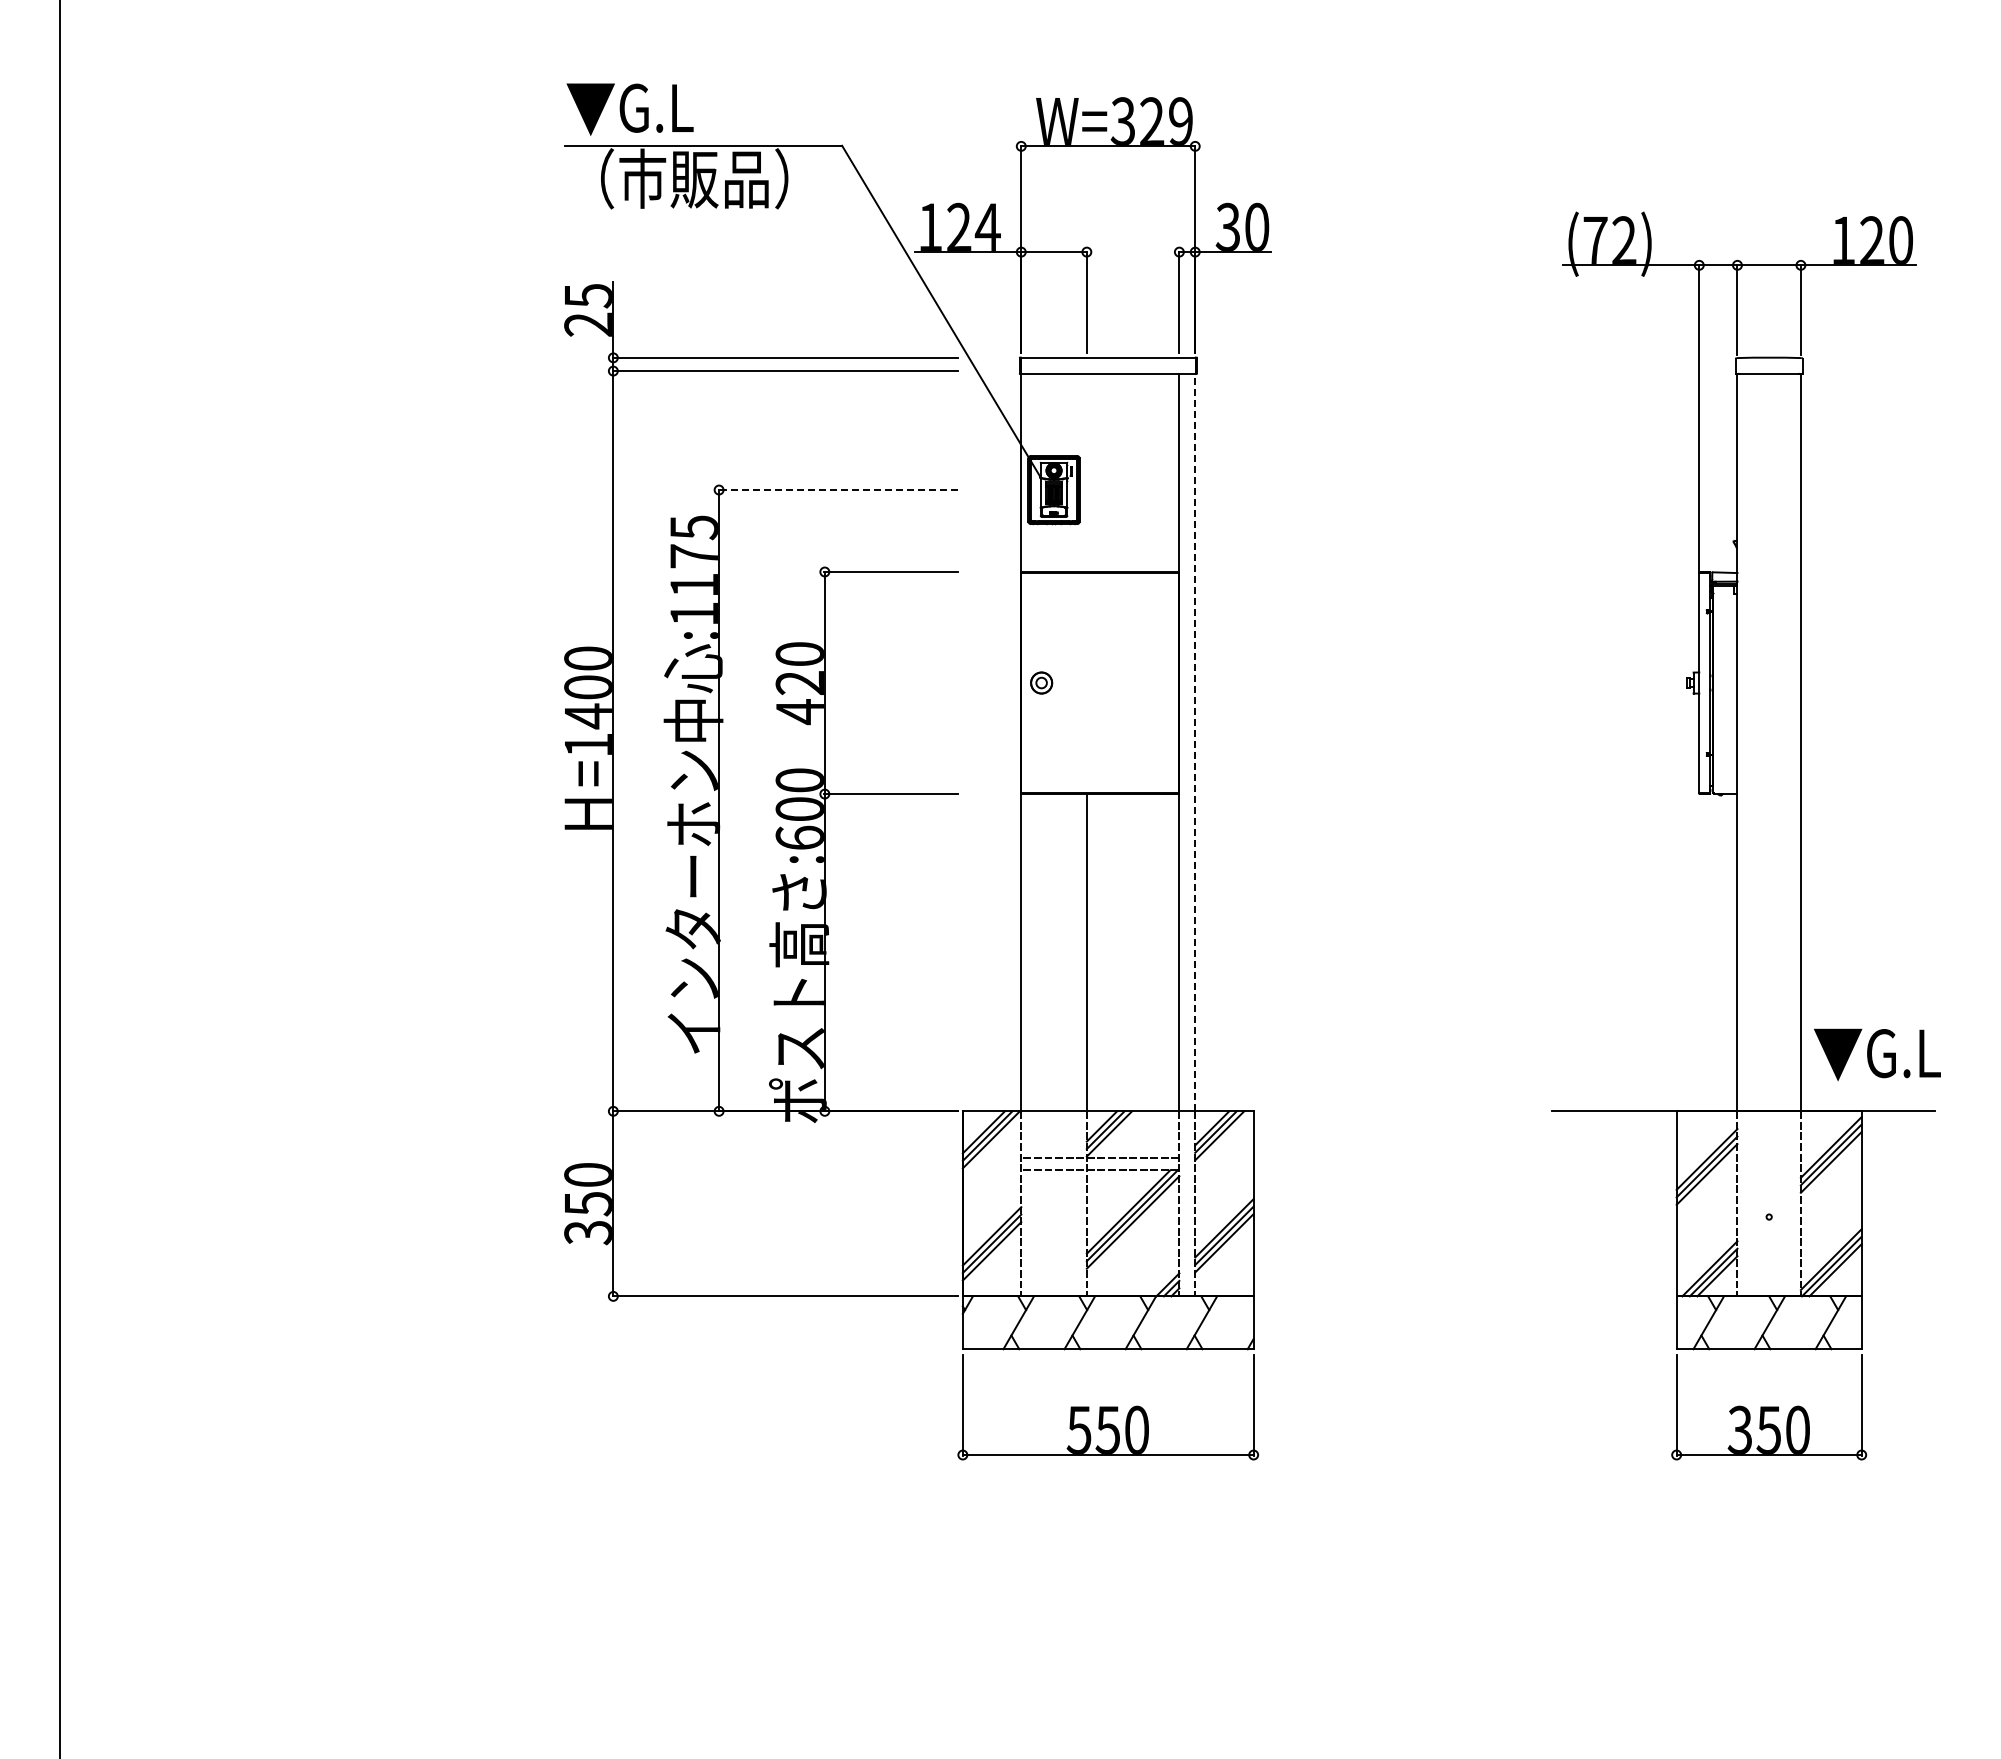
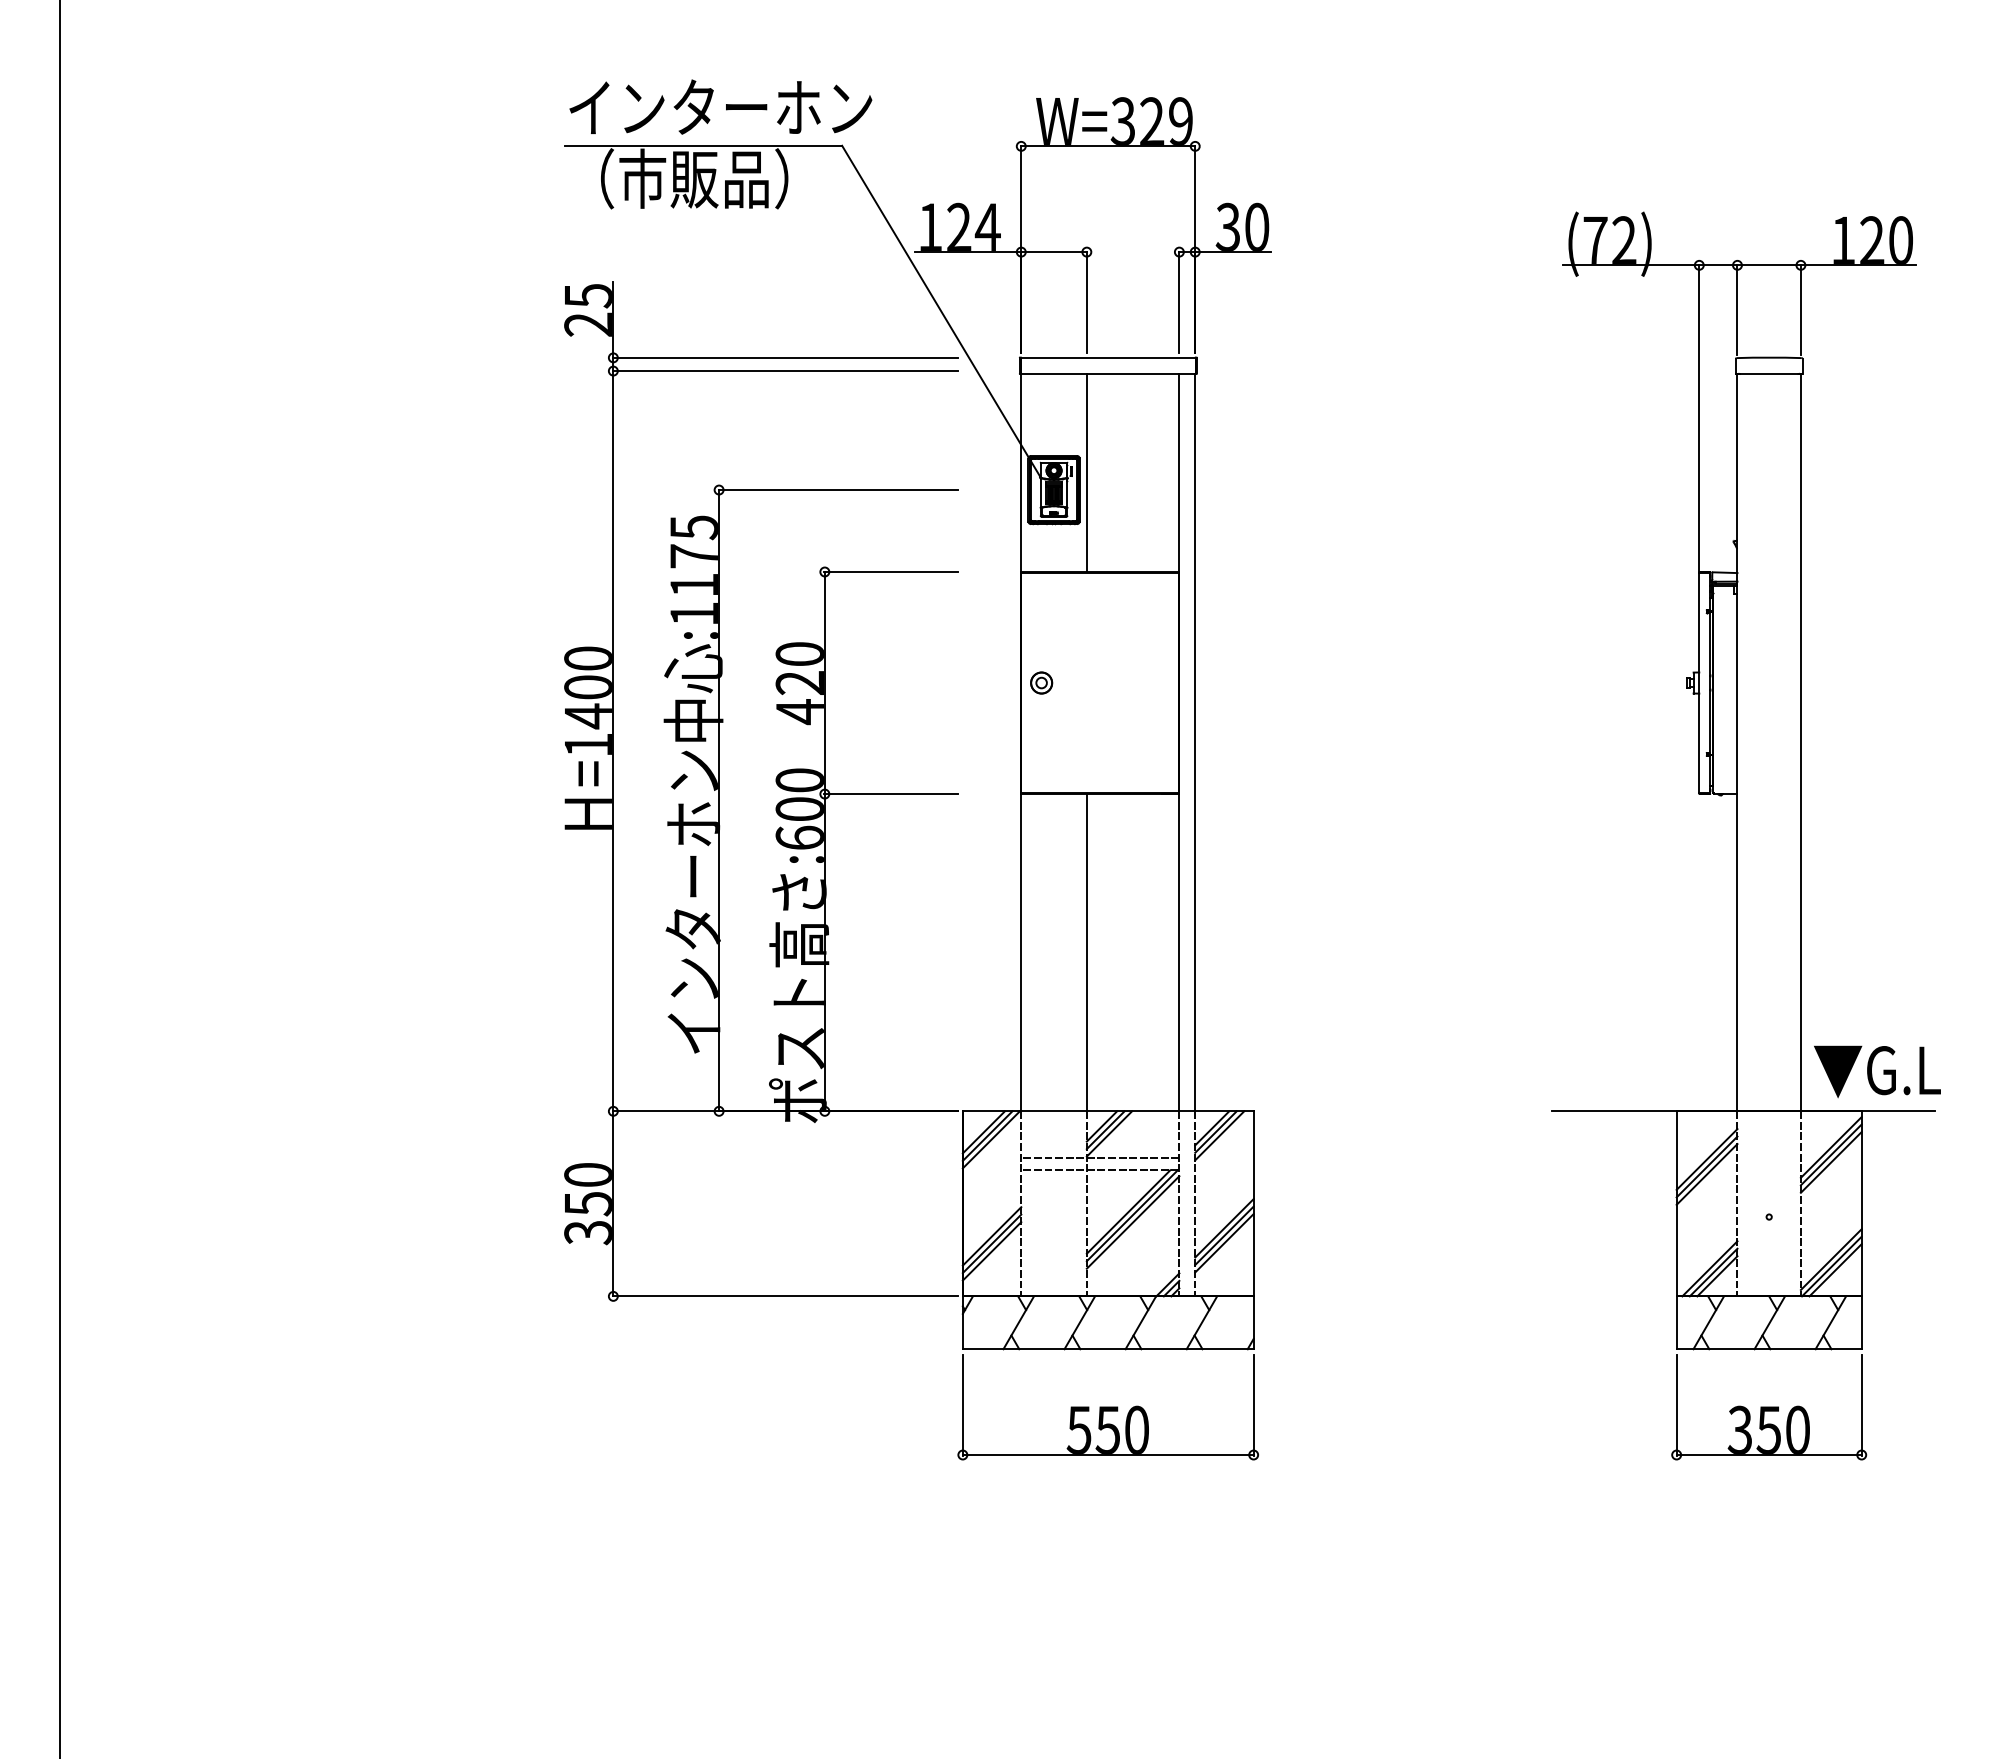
text at (719, 107): ▼G.L -> インターホン
line at (1086, 472): none -> present
line at (837, 490): dashed -> solid
line at (1195, 742): dashed -> solid
text at (1877, 1054) position: (1877, 1054) -> (1877, 1071)
